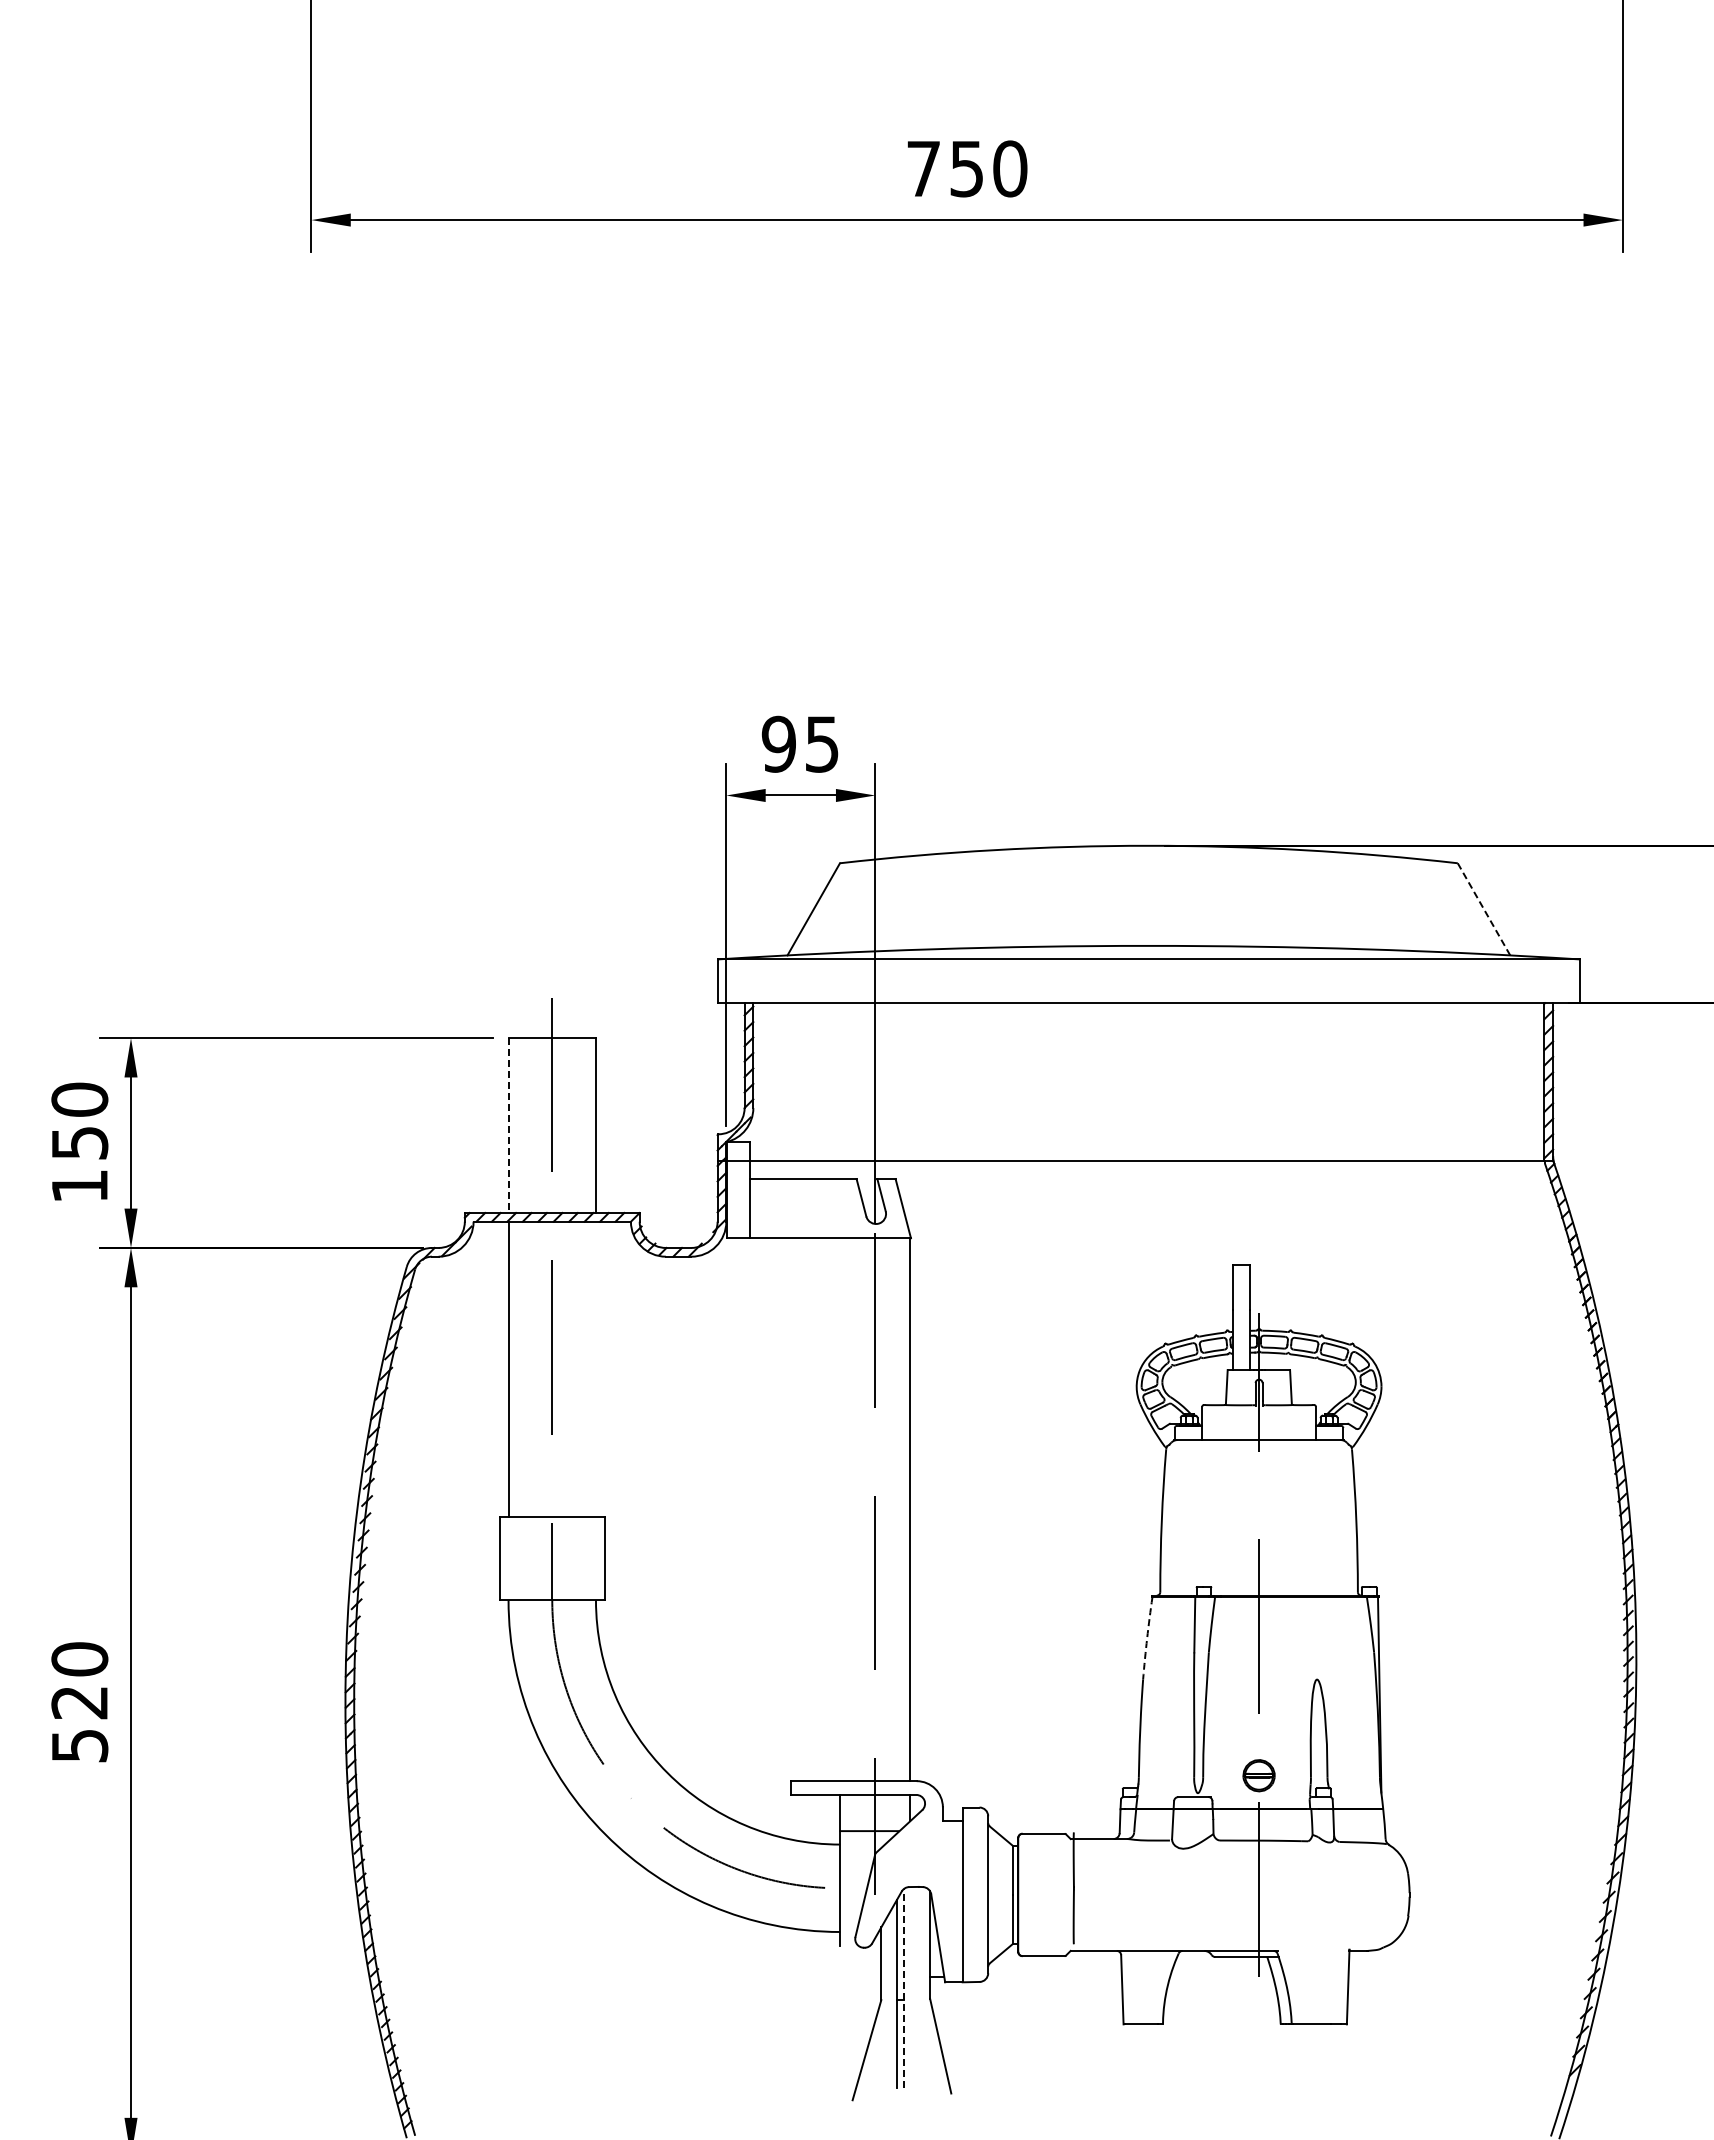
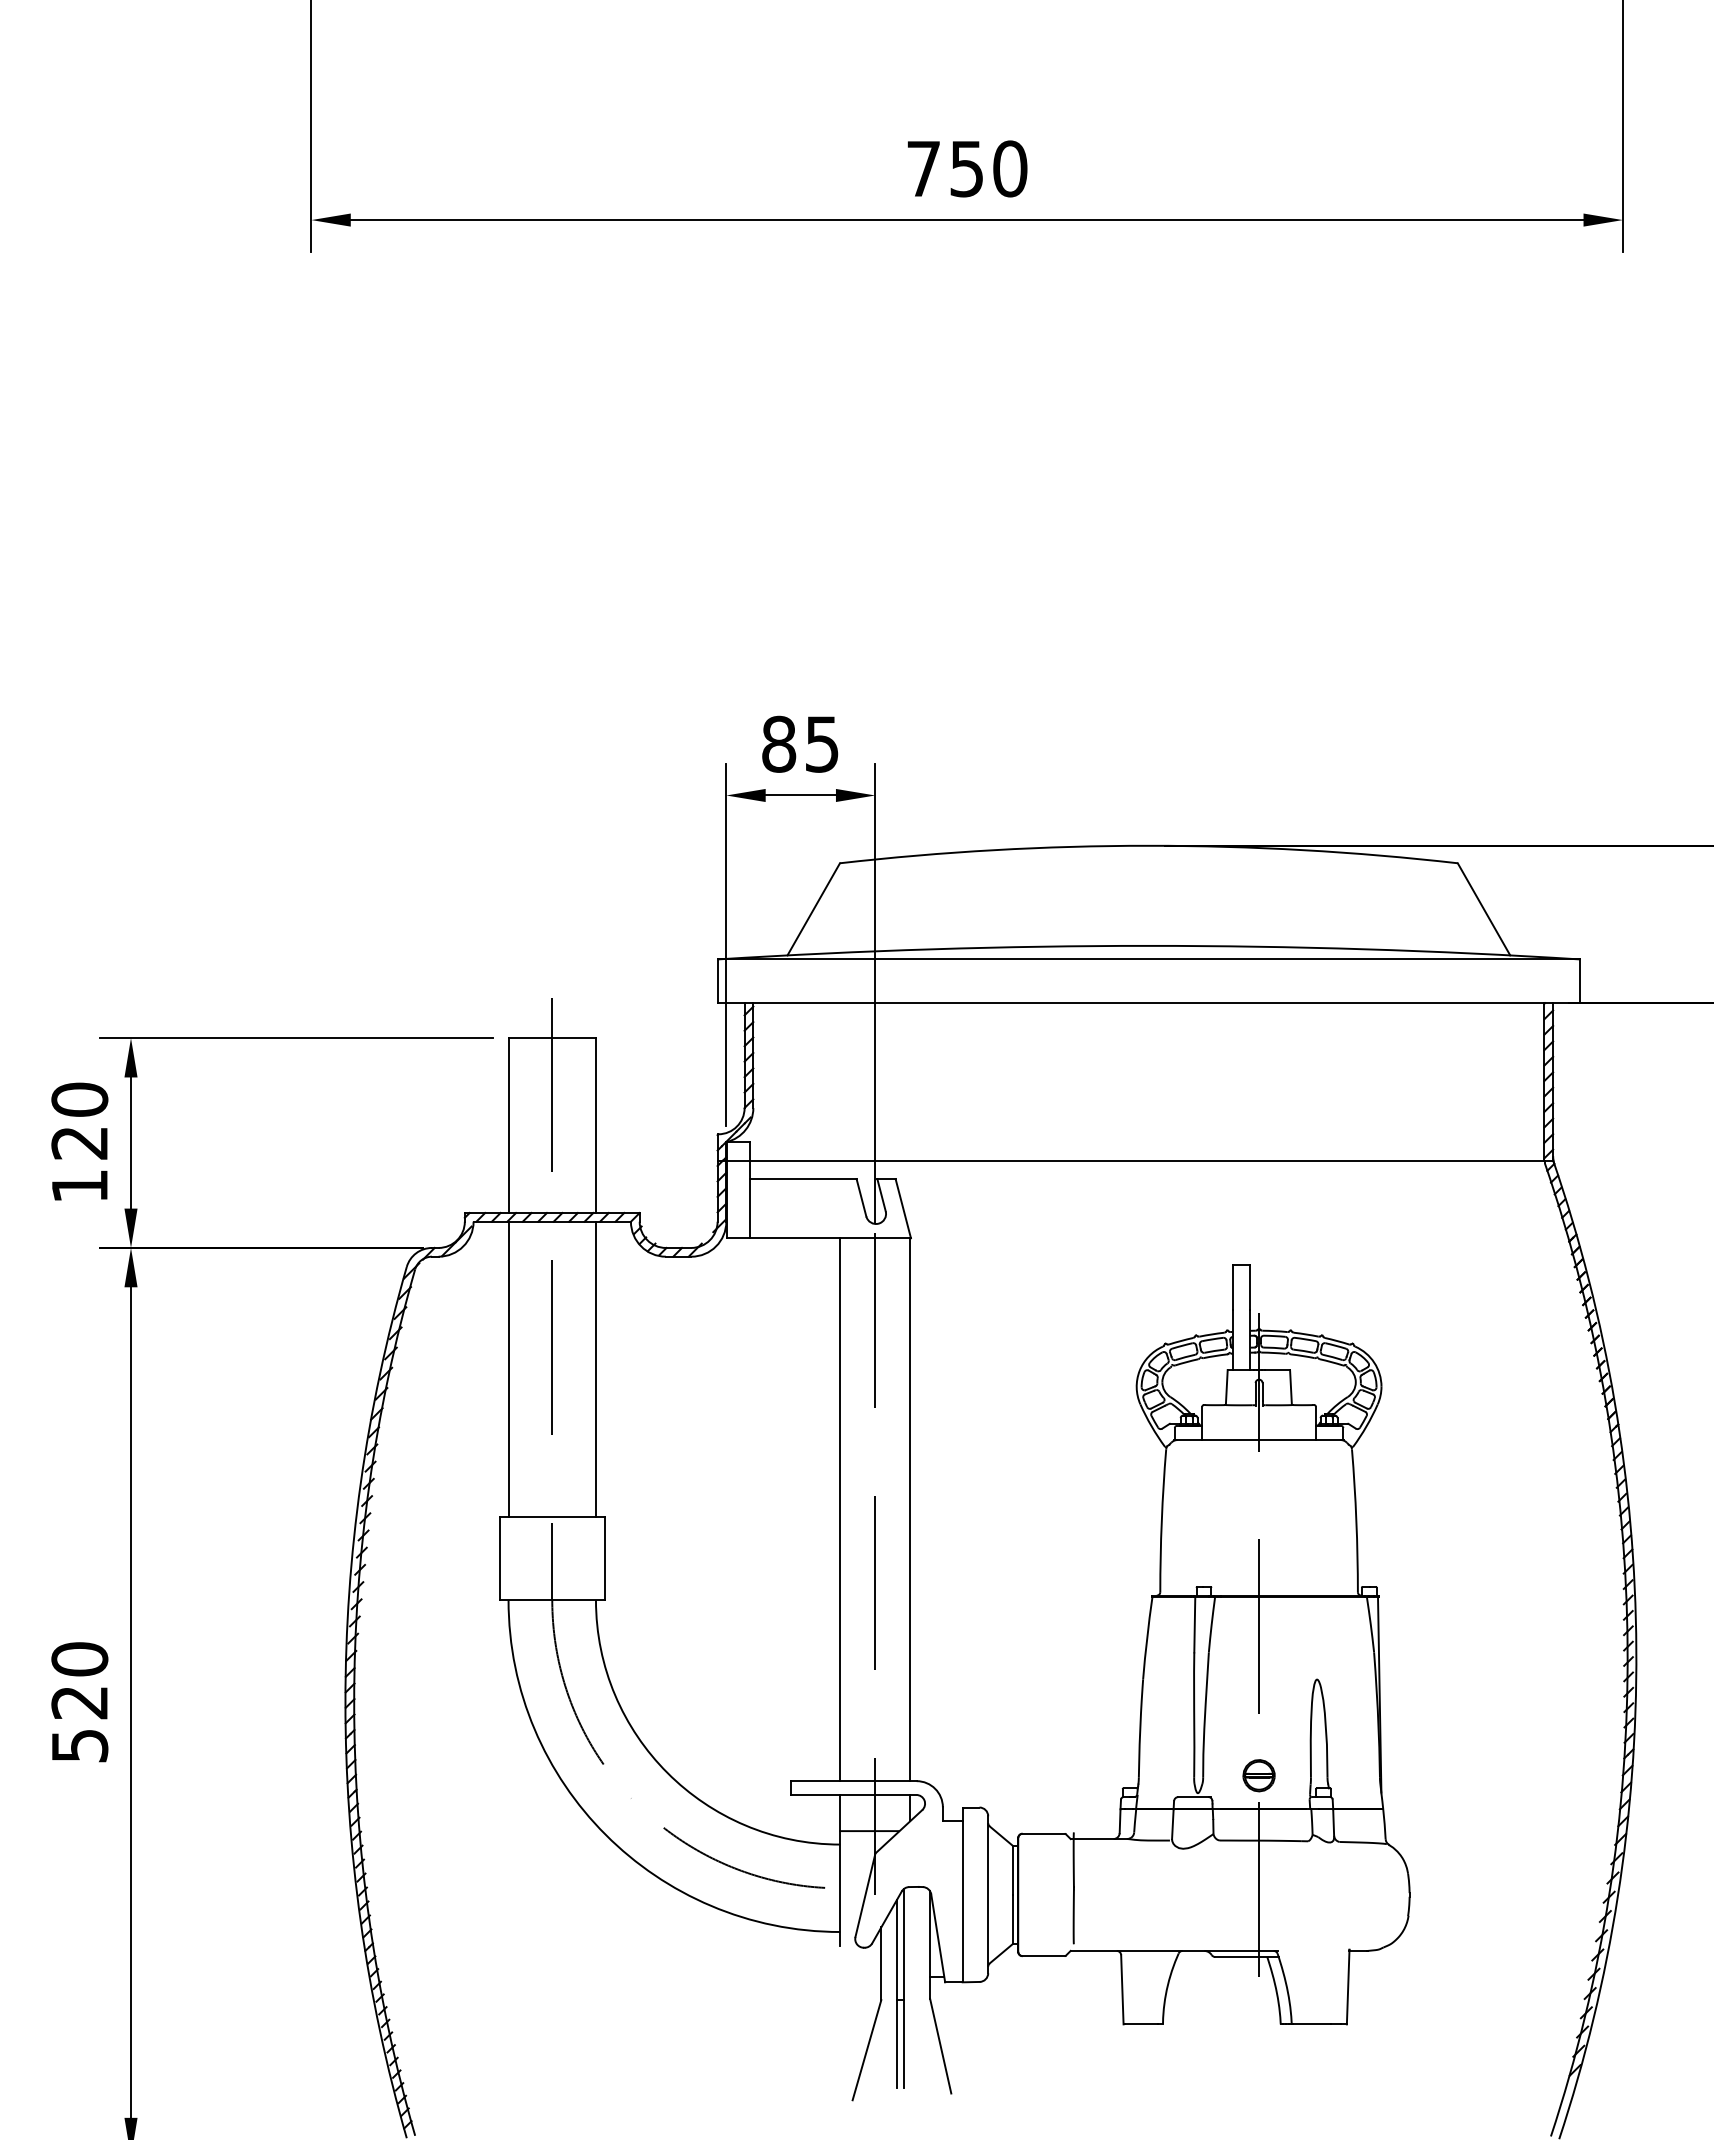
text at (778, 743): 95 -> 85
line at (1483, 908): dashed -> solid
line at (508, 1126): dashed -> solid
text at (79, 1143): 150 -> 120
line at (595, 1368): none -> present
line at (840, 1509): none -> present
arc at (1147, 1638): dashed -> solid
line at (904, 1988): dashed -> solid
